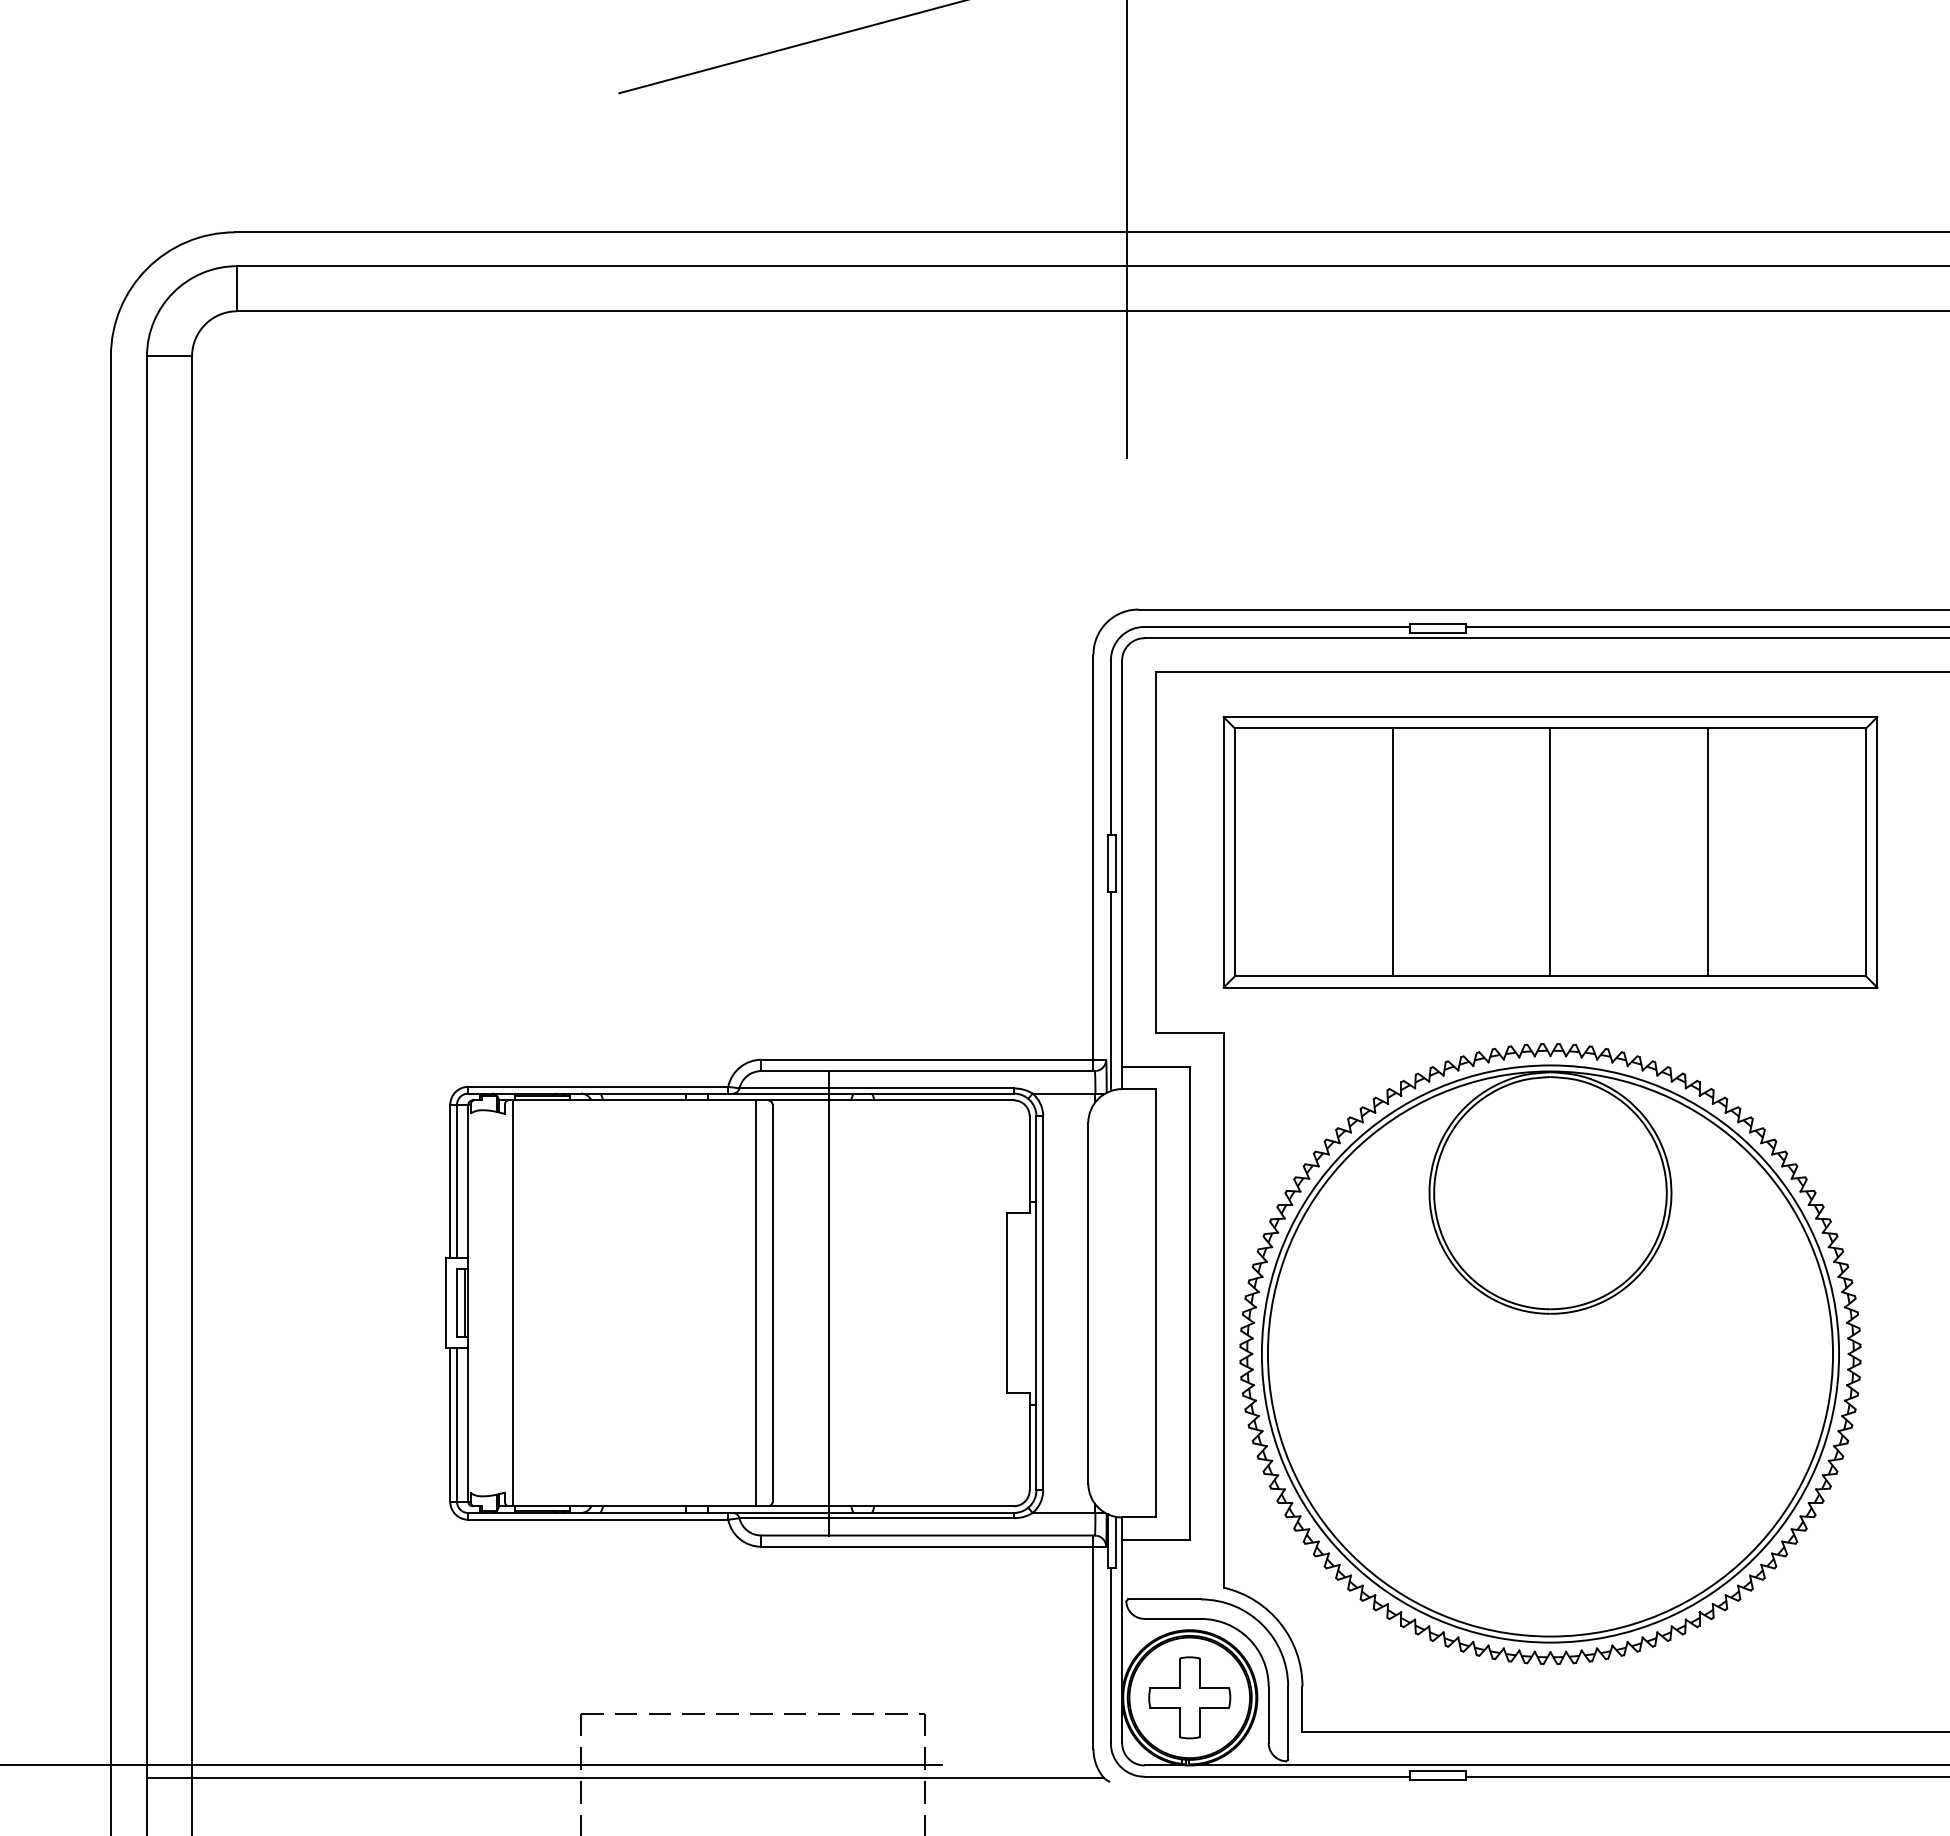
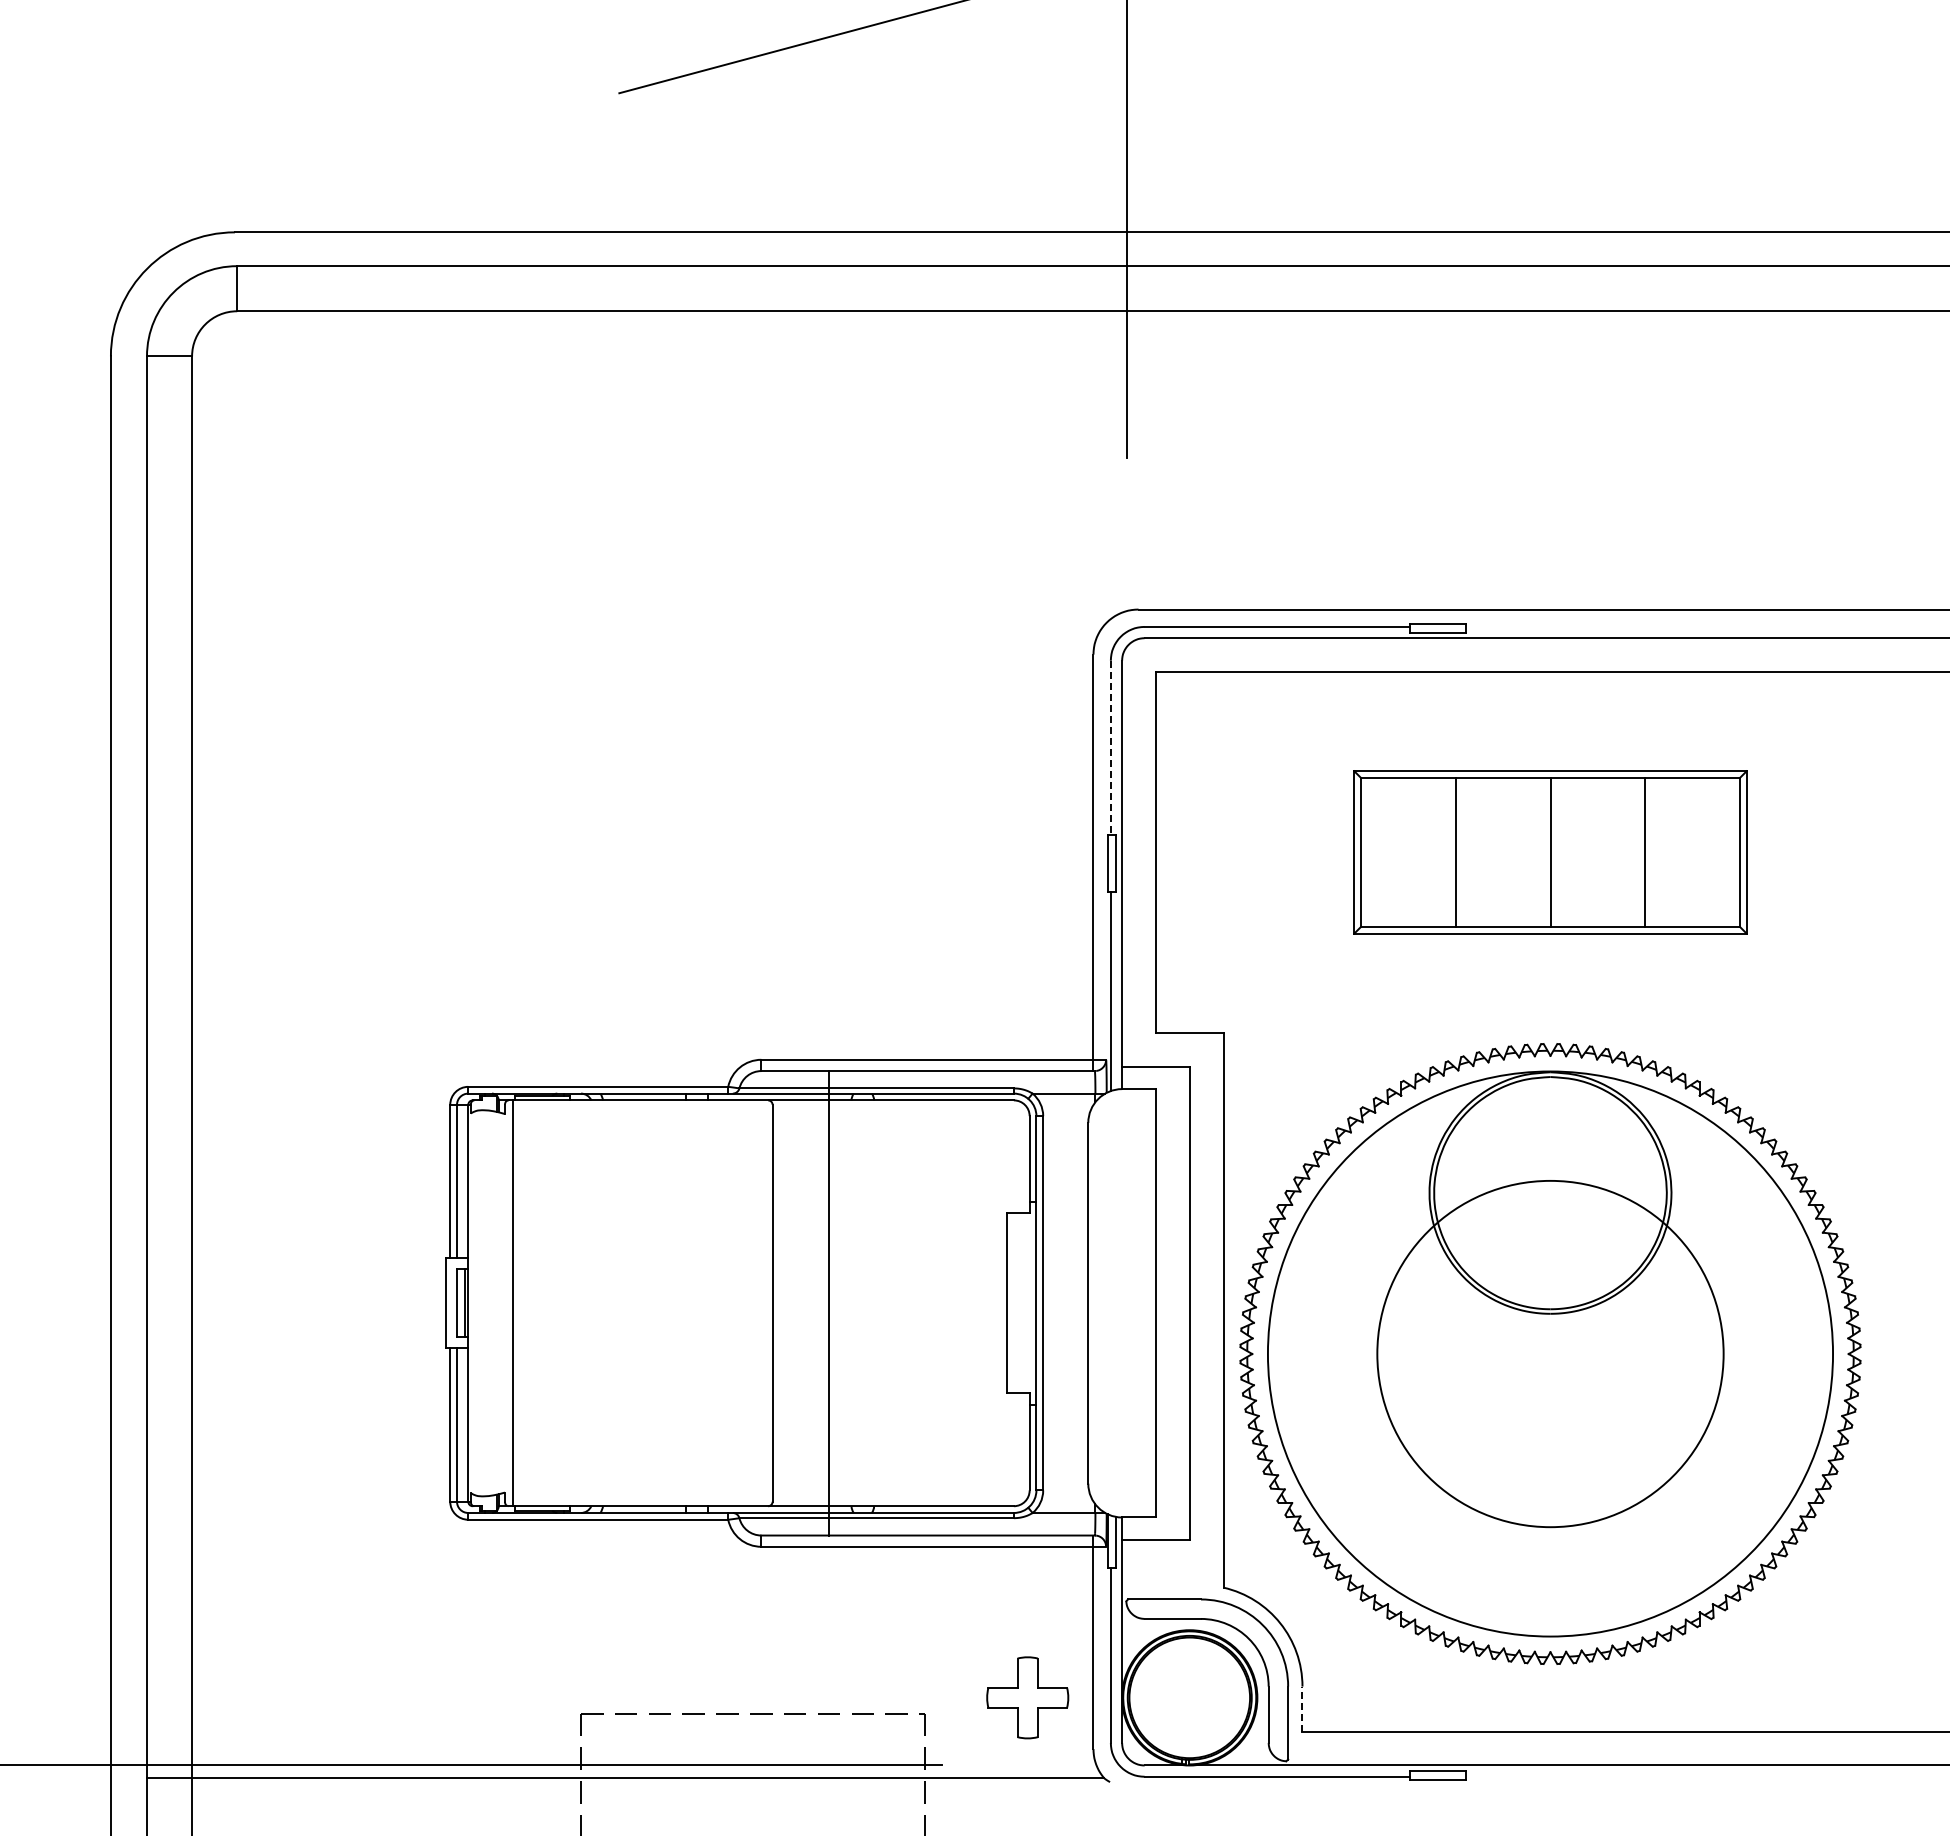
line at (1705, 626): present -> none
line at (1110, 748): solid -> dashed
part at (1550, 852) size: 657x273 px -> 395x165 px
line at (755, 1303): present -> none
circle at (1550, 1353) diameter: 577 px -> 346 px
part at (1189, 1697) position: (1189, 1697) -> (1027, 1697)
line at (1302, 1709): solid -> dashed
line at (1705, 1776): present -> none
